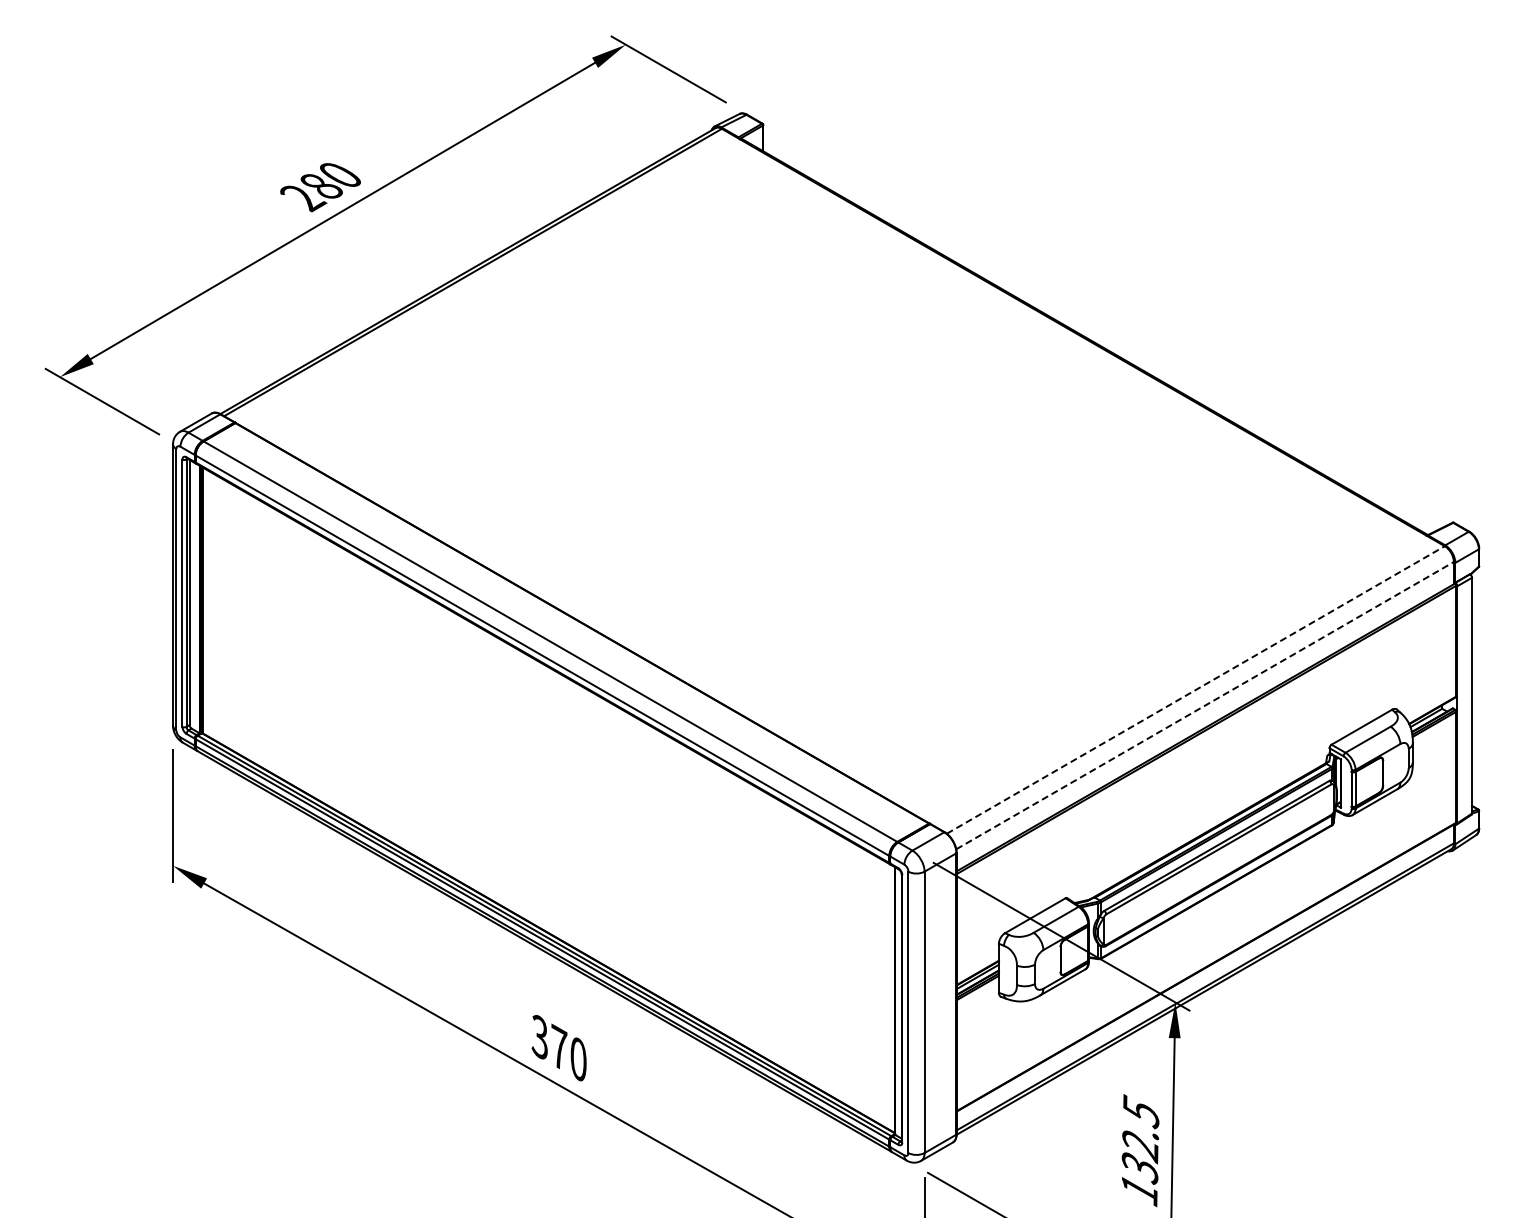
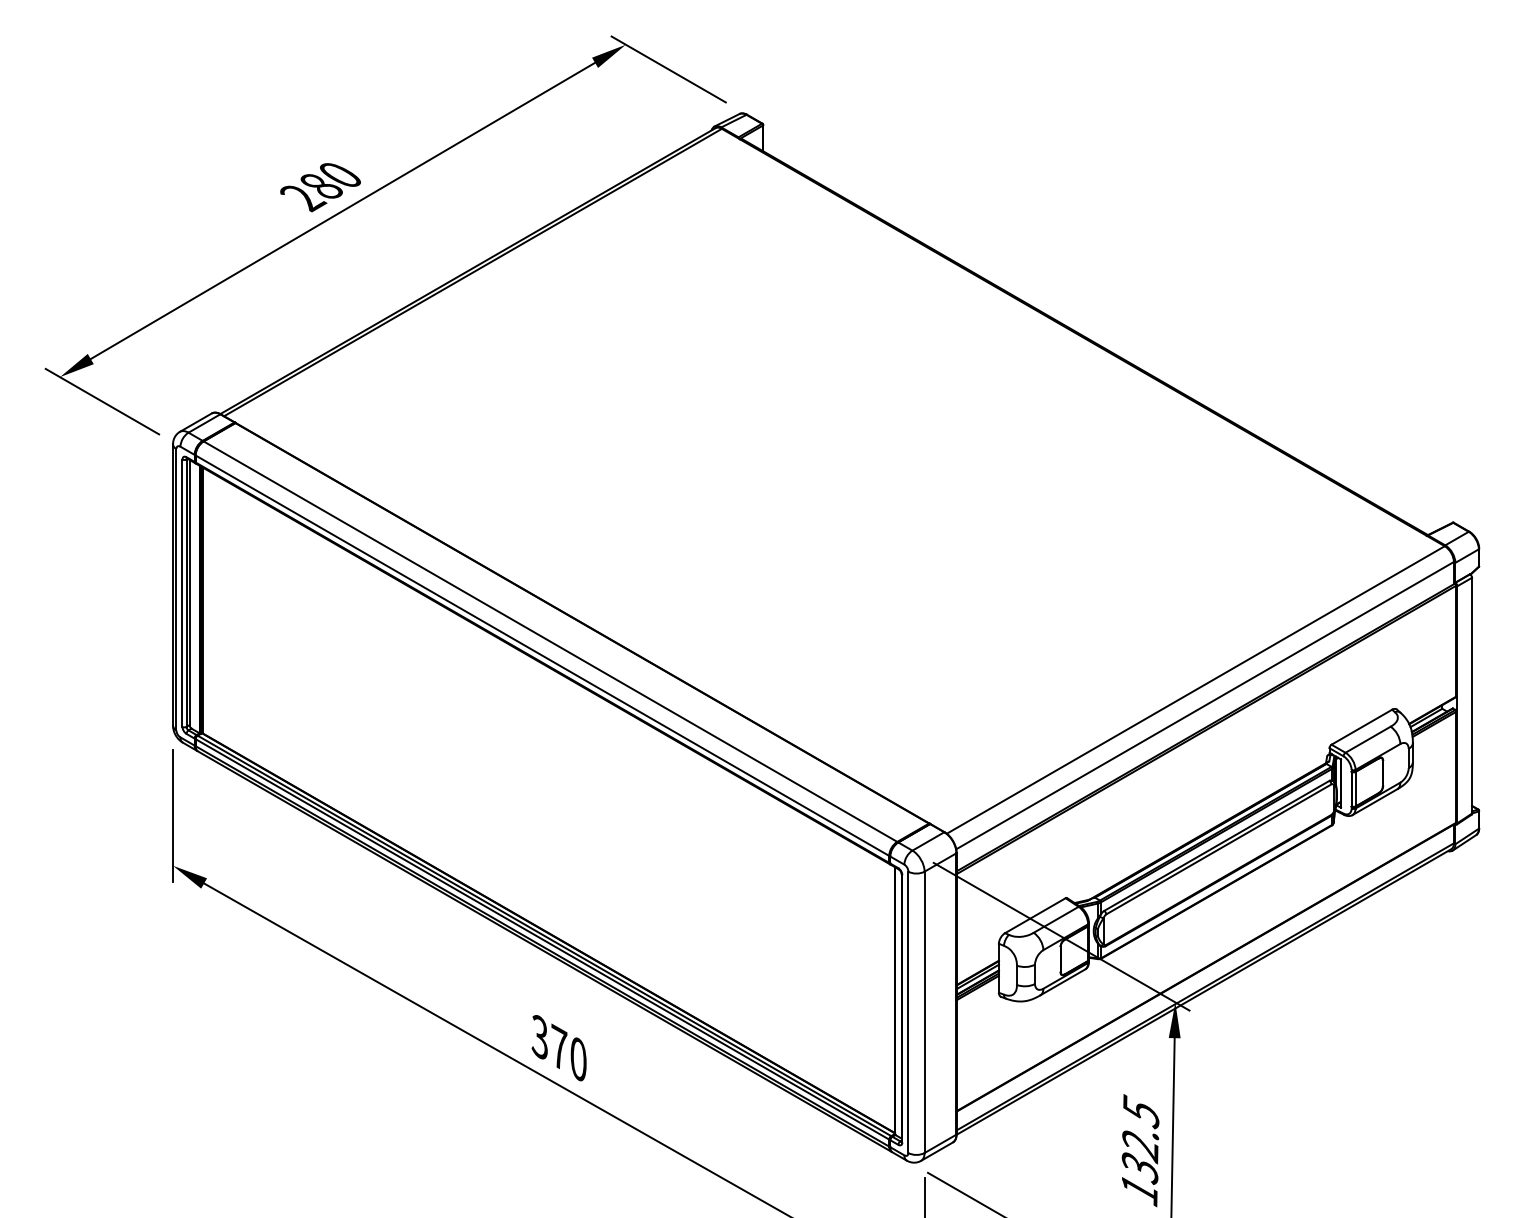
line at (1196, 689): dashed -> solid
line at (1205, 705): dashed -> solid
